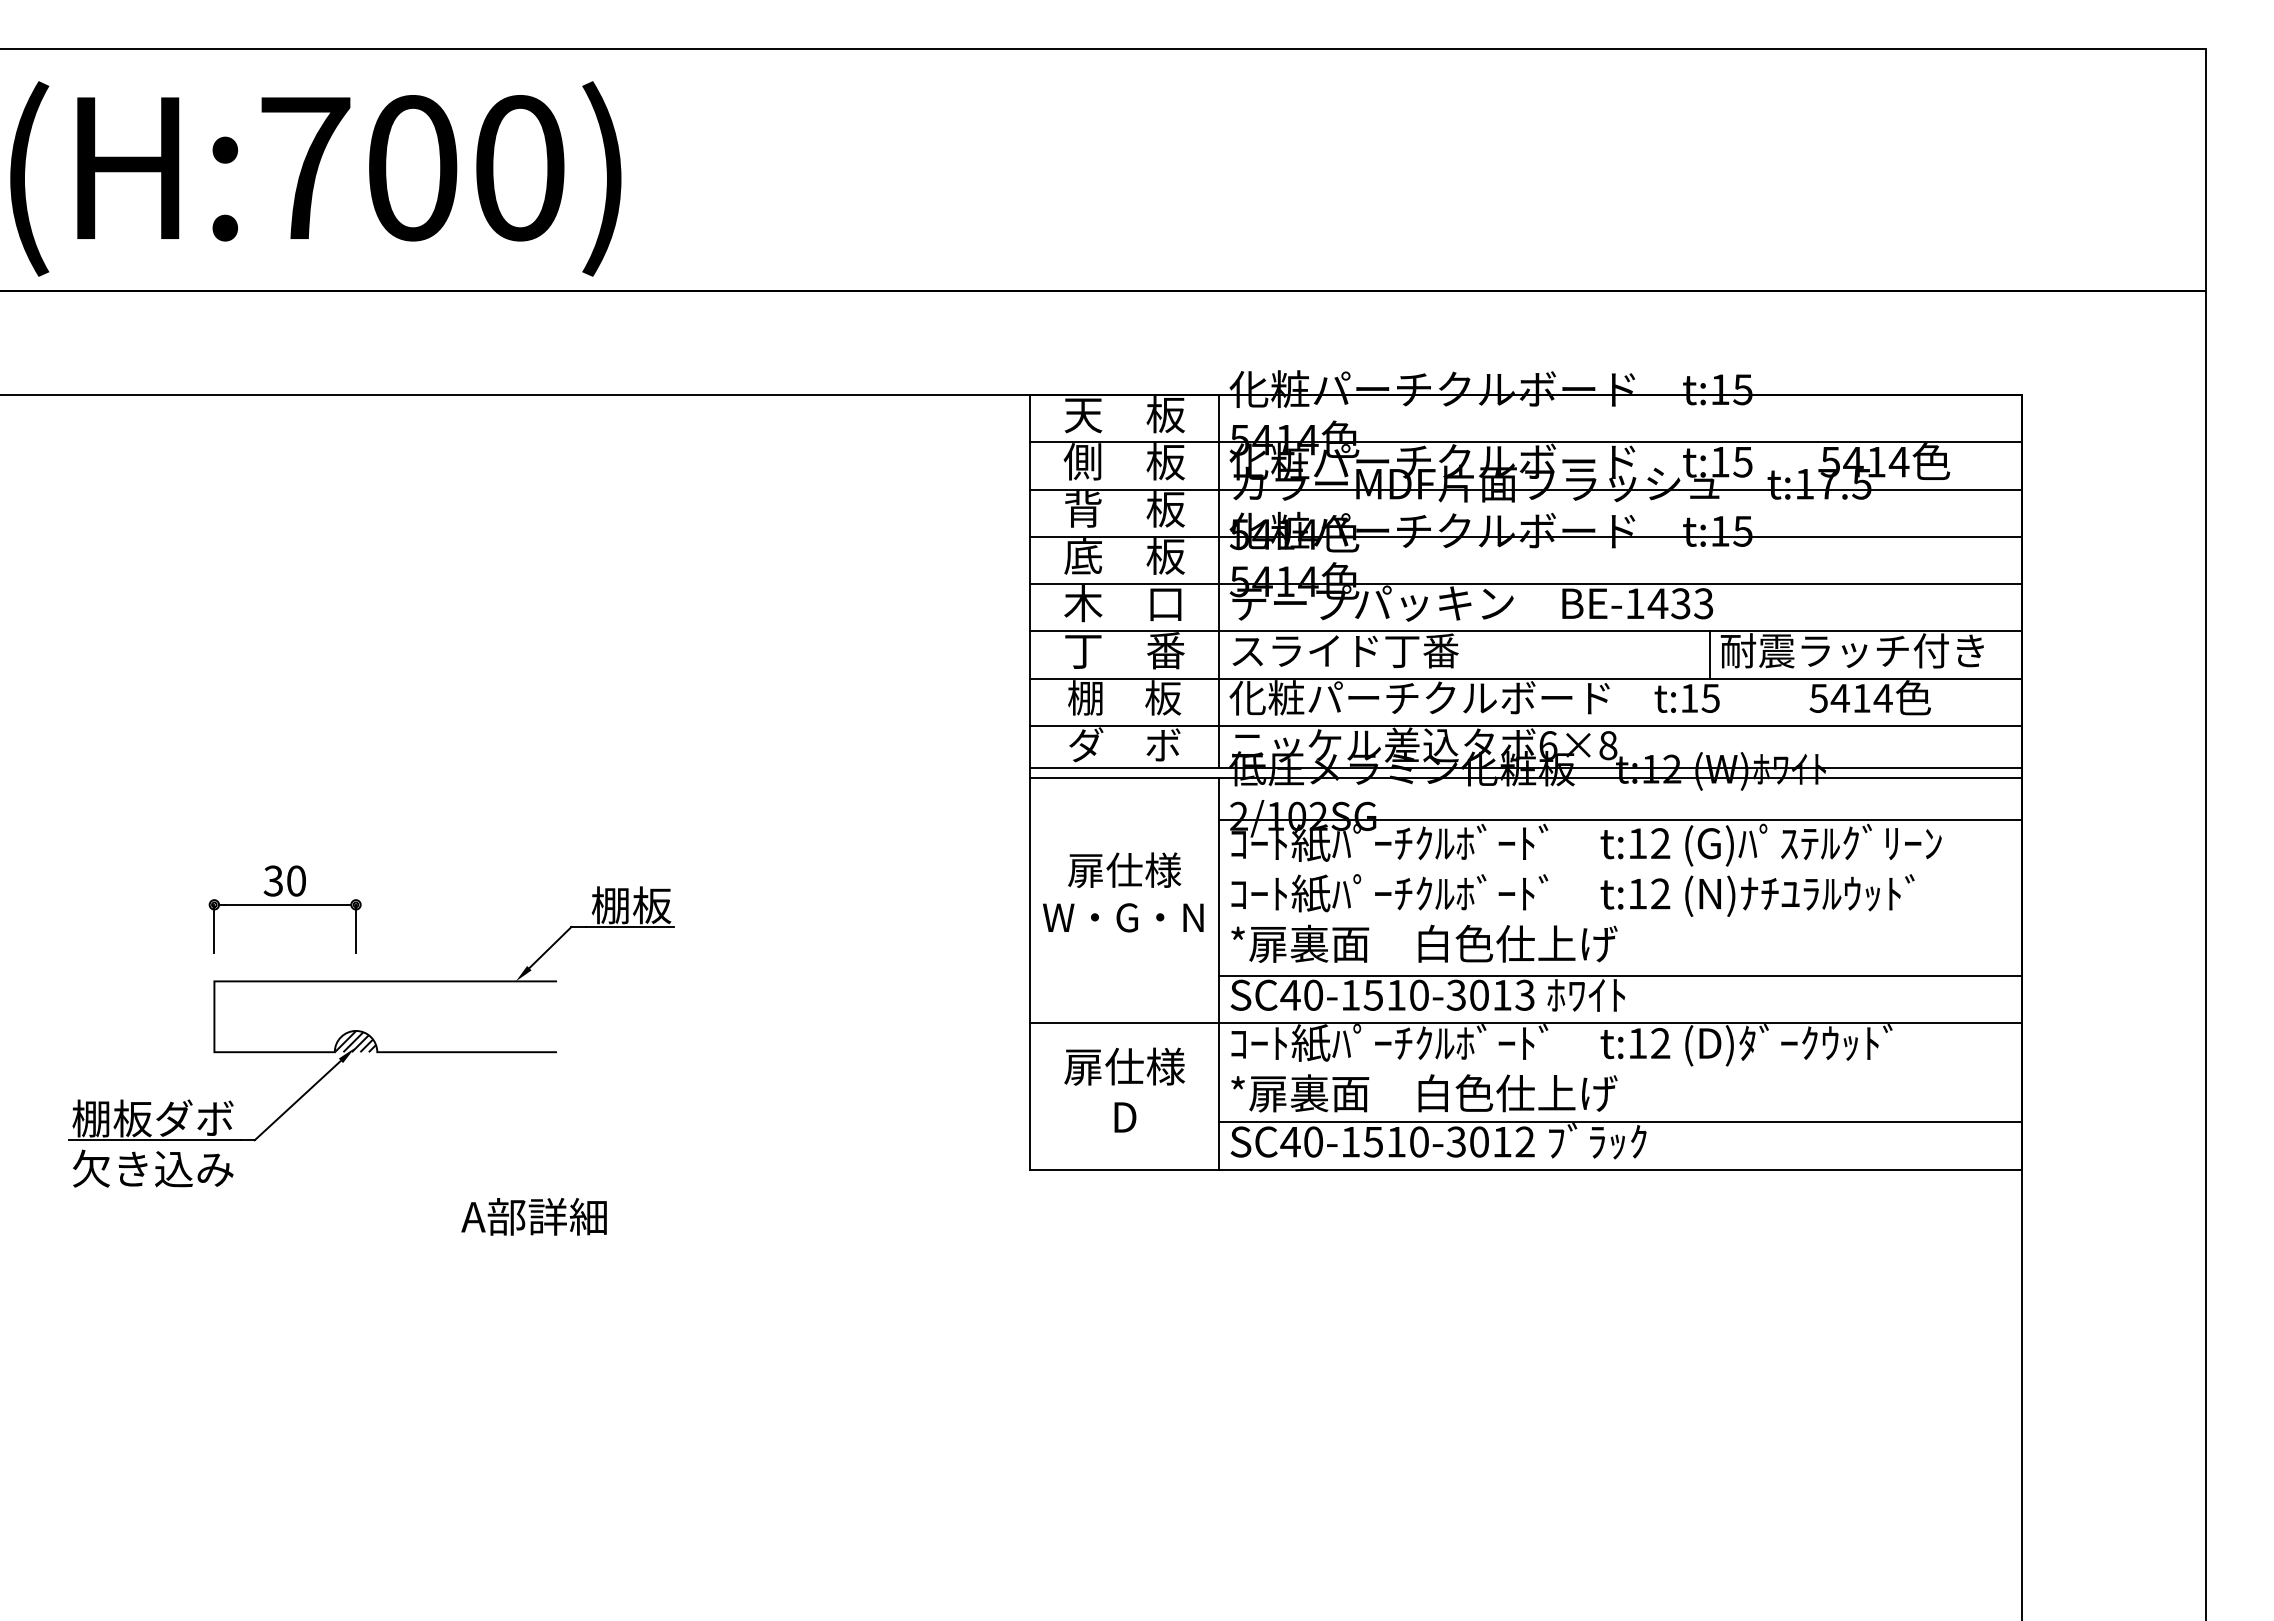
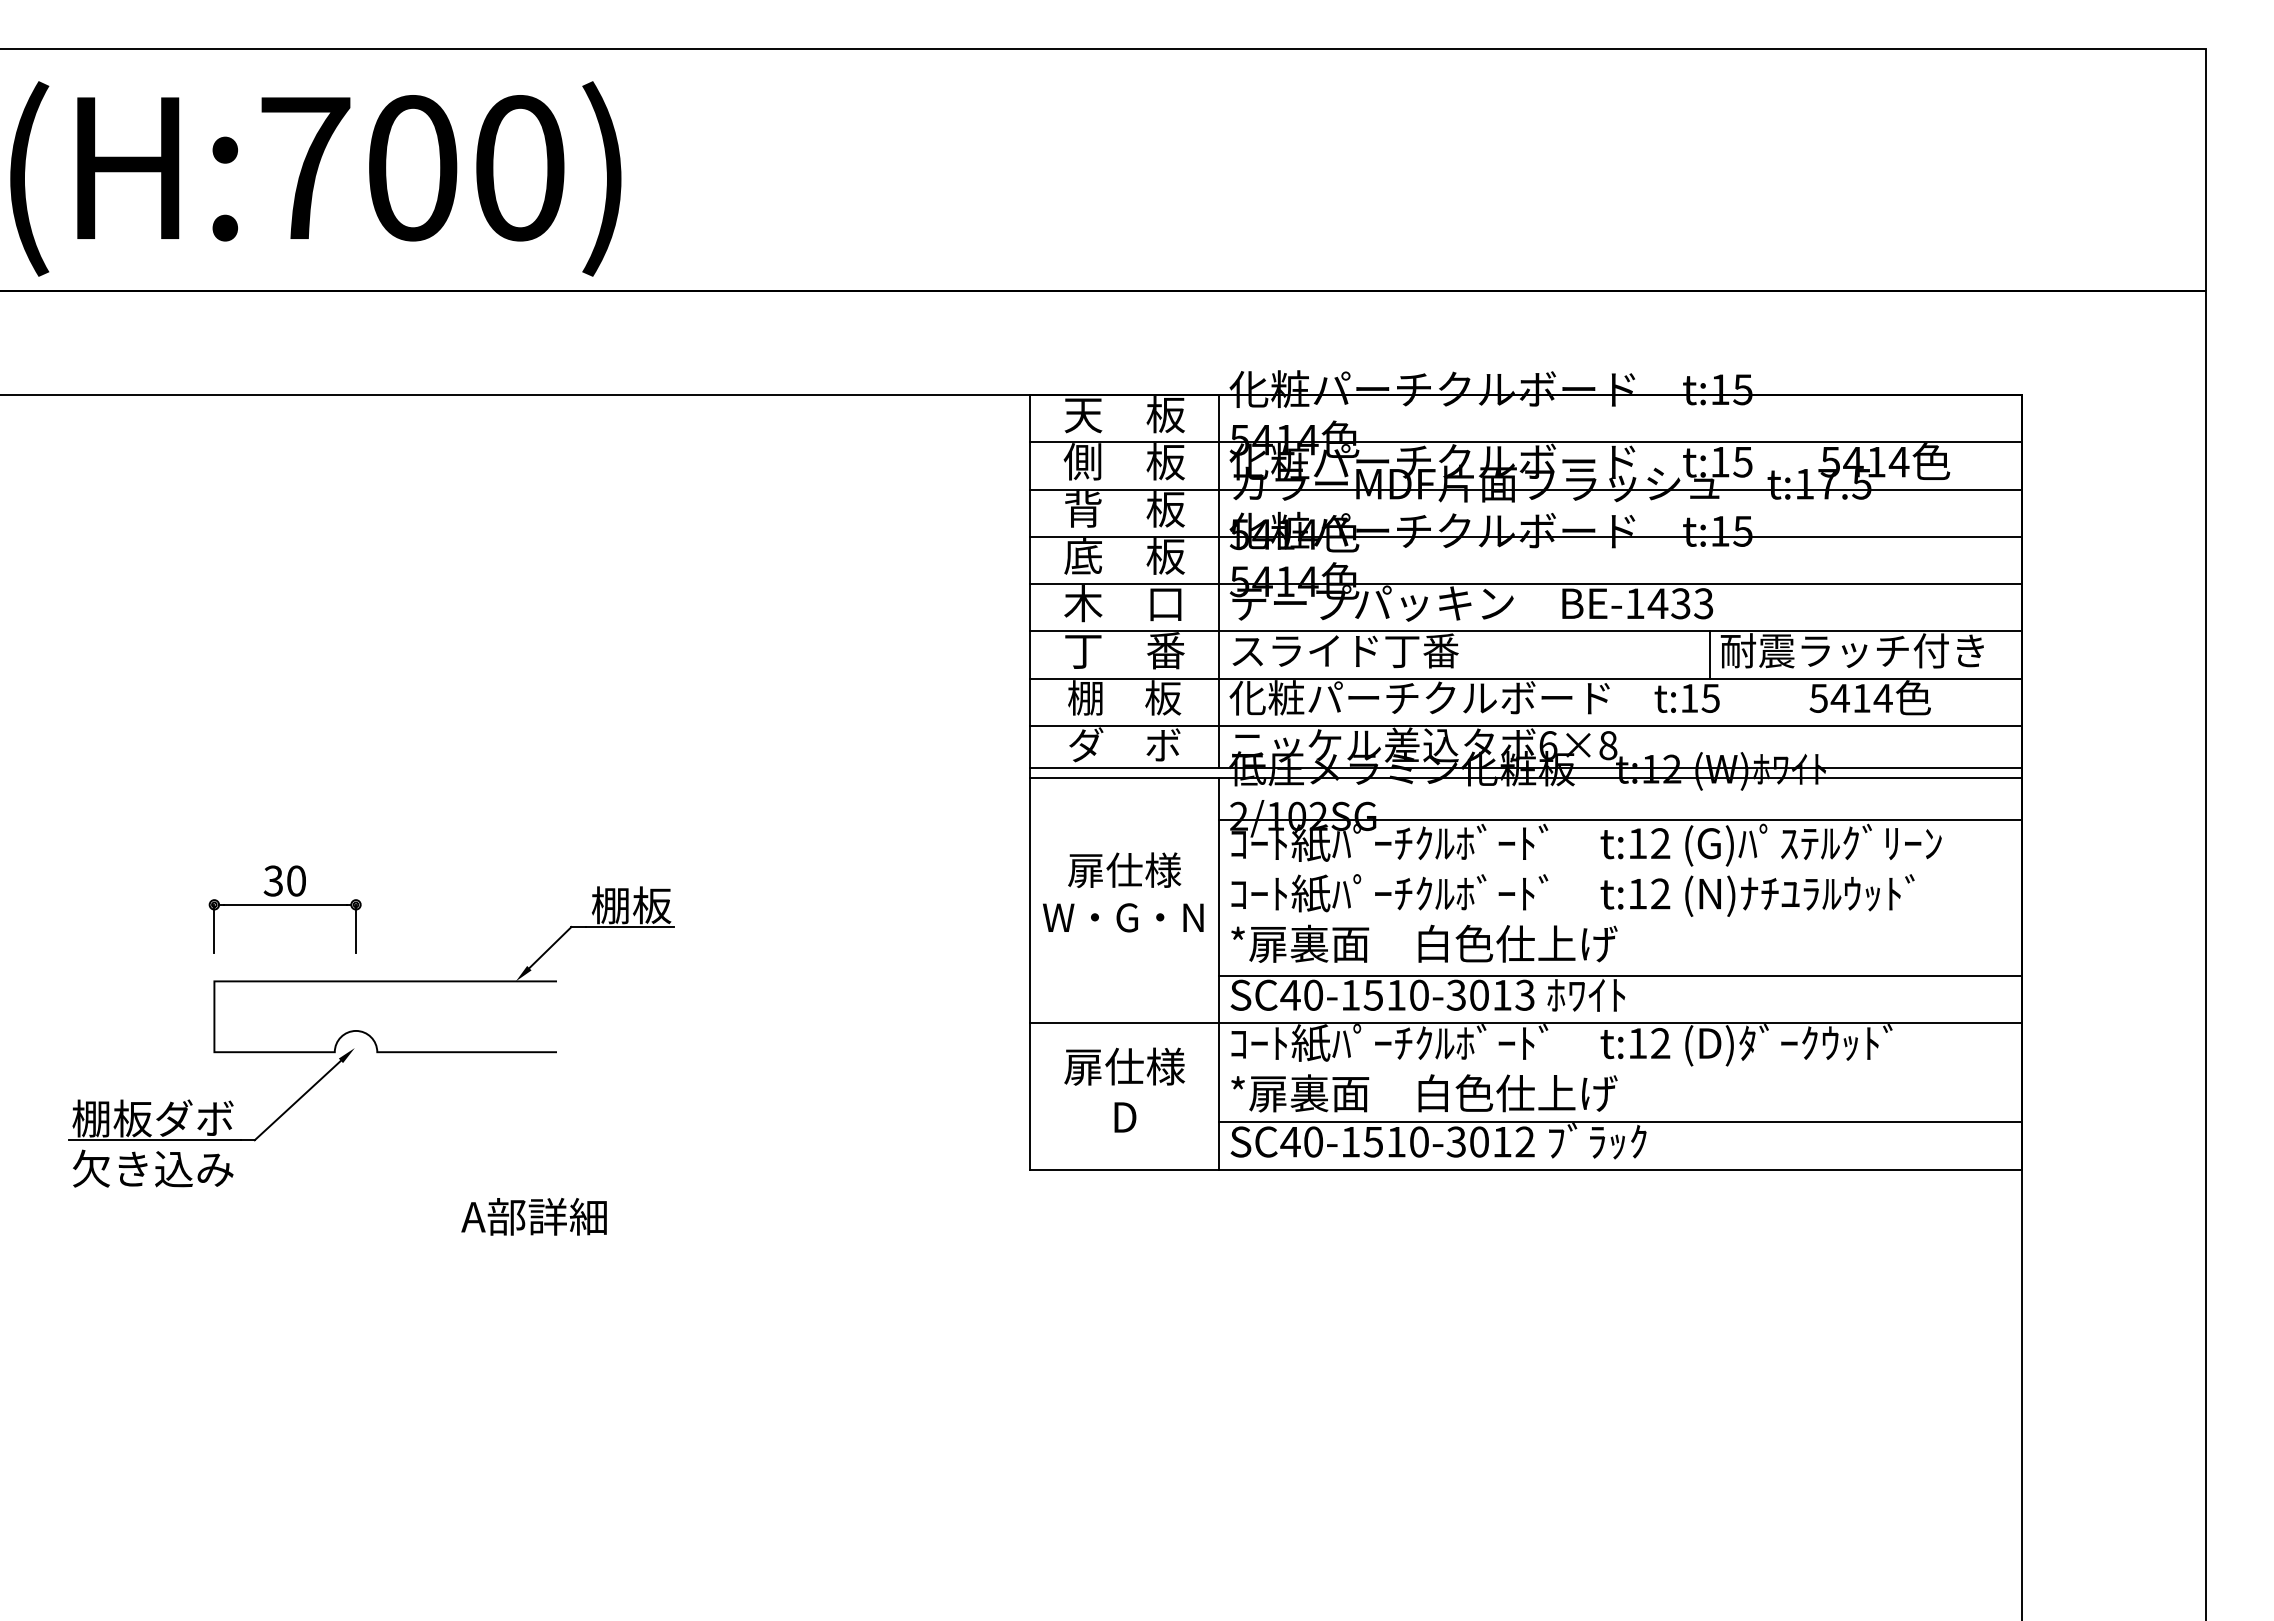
hatch at (355, 1041): present -> none
